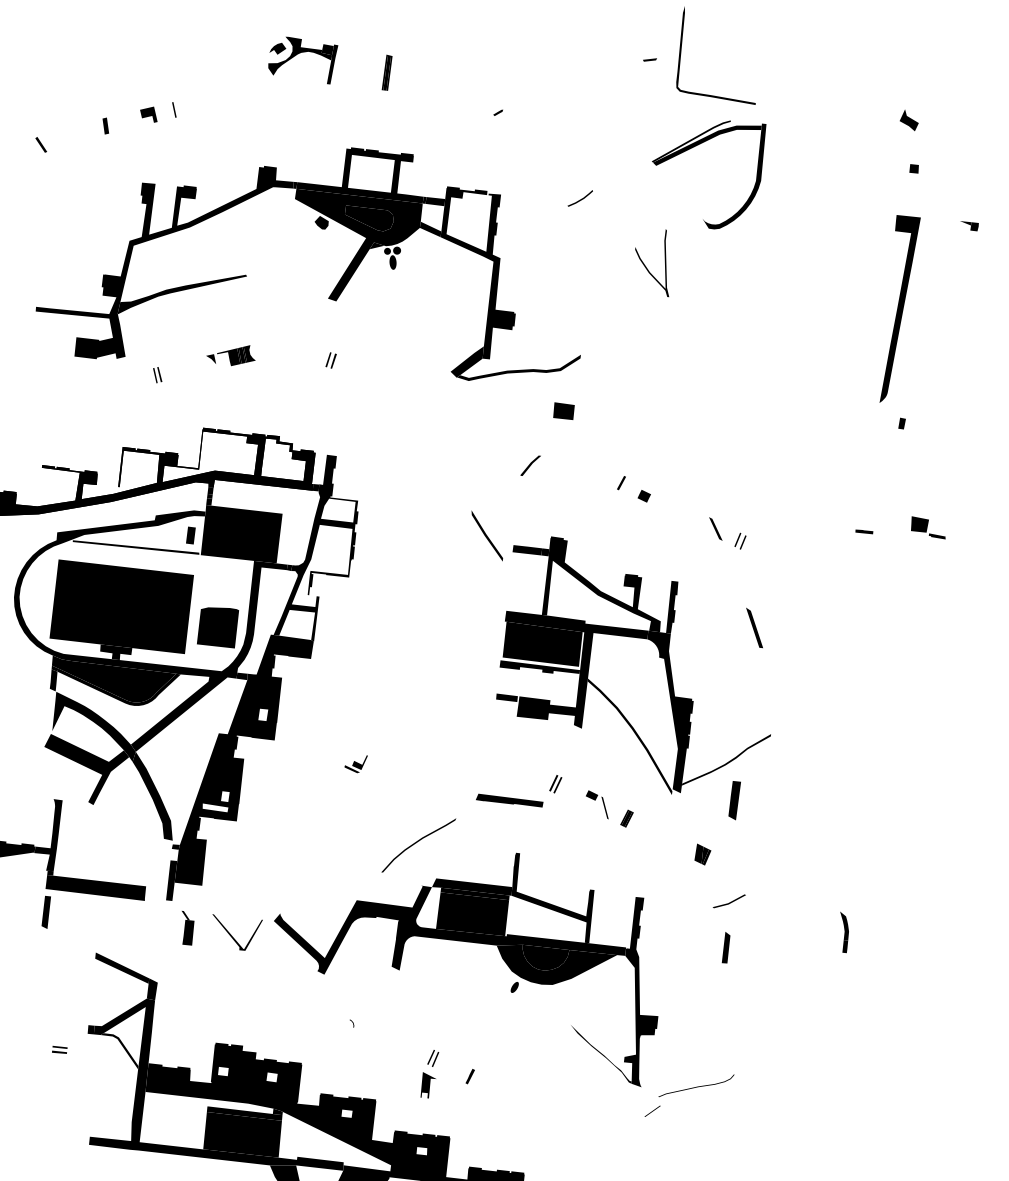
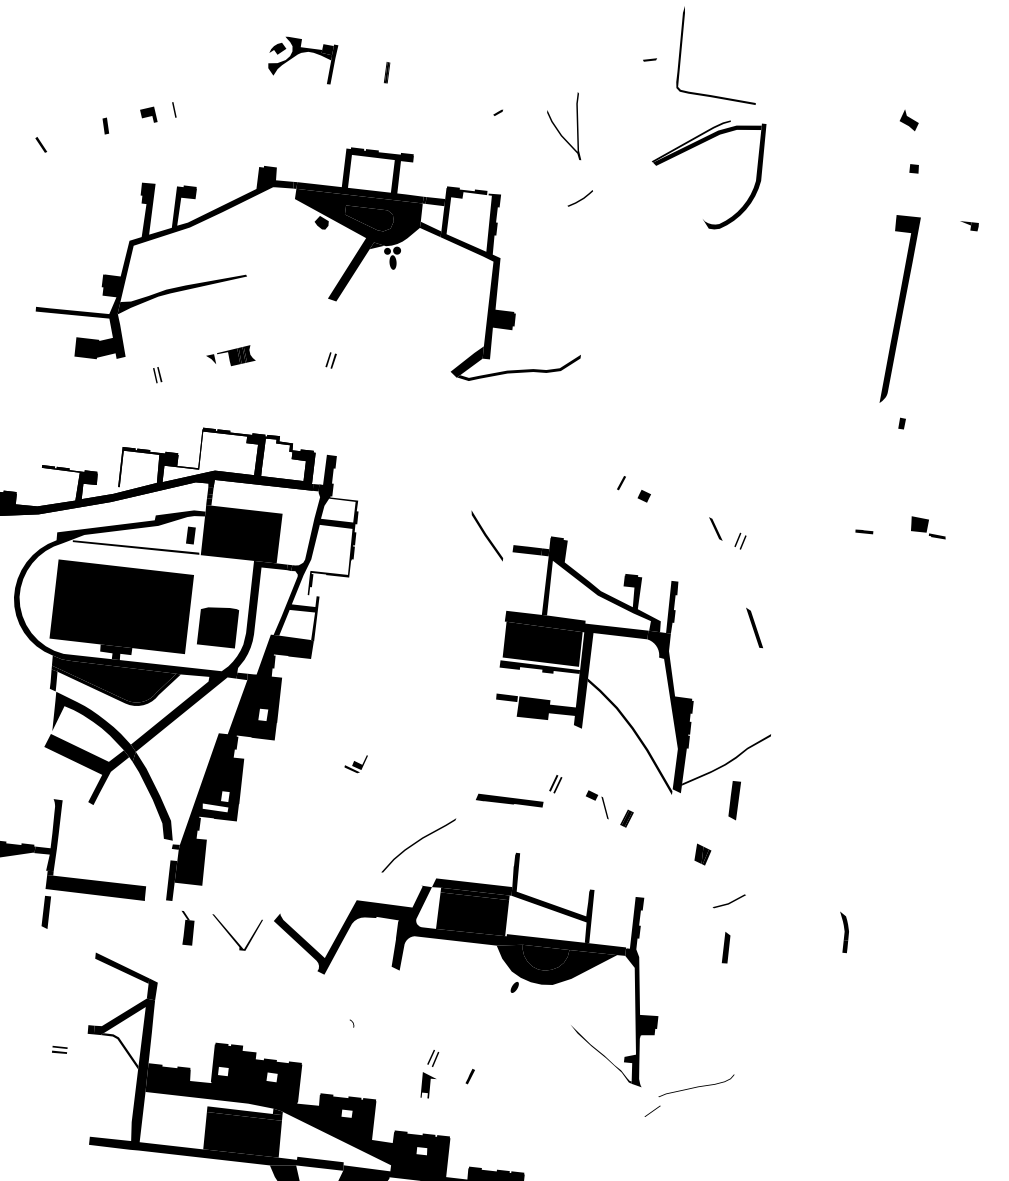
part at (386, 72) size: 12x37 px -> 7x22 px
part at (646, 266) position: (646, 266) -> (558, 129)
fill at (563, 411): present -> none
fill at (530, 465): present -> none
